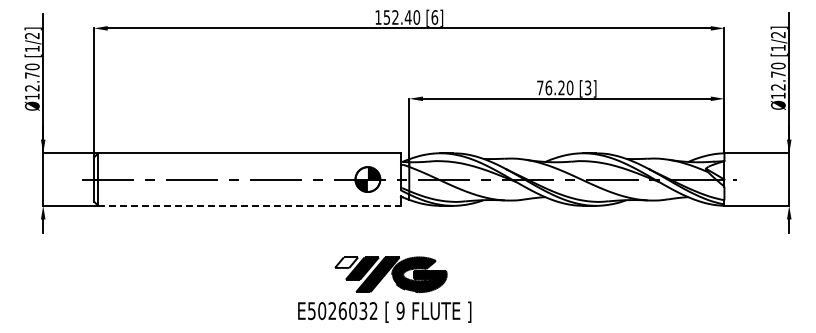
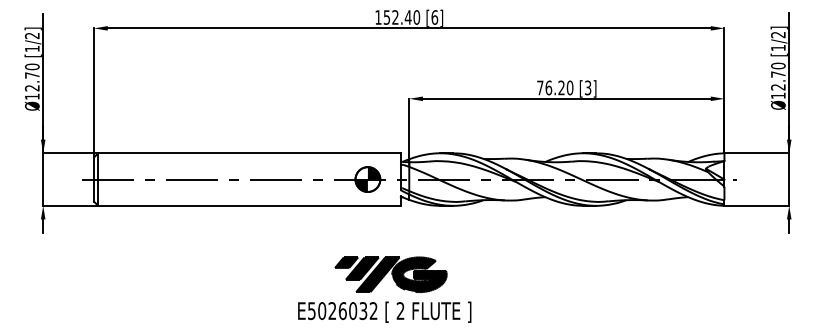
line at (250, 205): dashed -> solid
fill at (346, 262): none -> present
text at (400, 311): 9 -> 2
